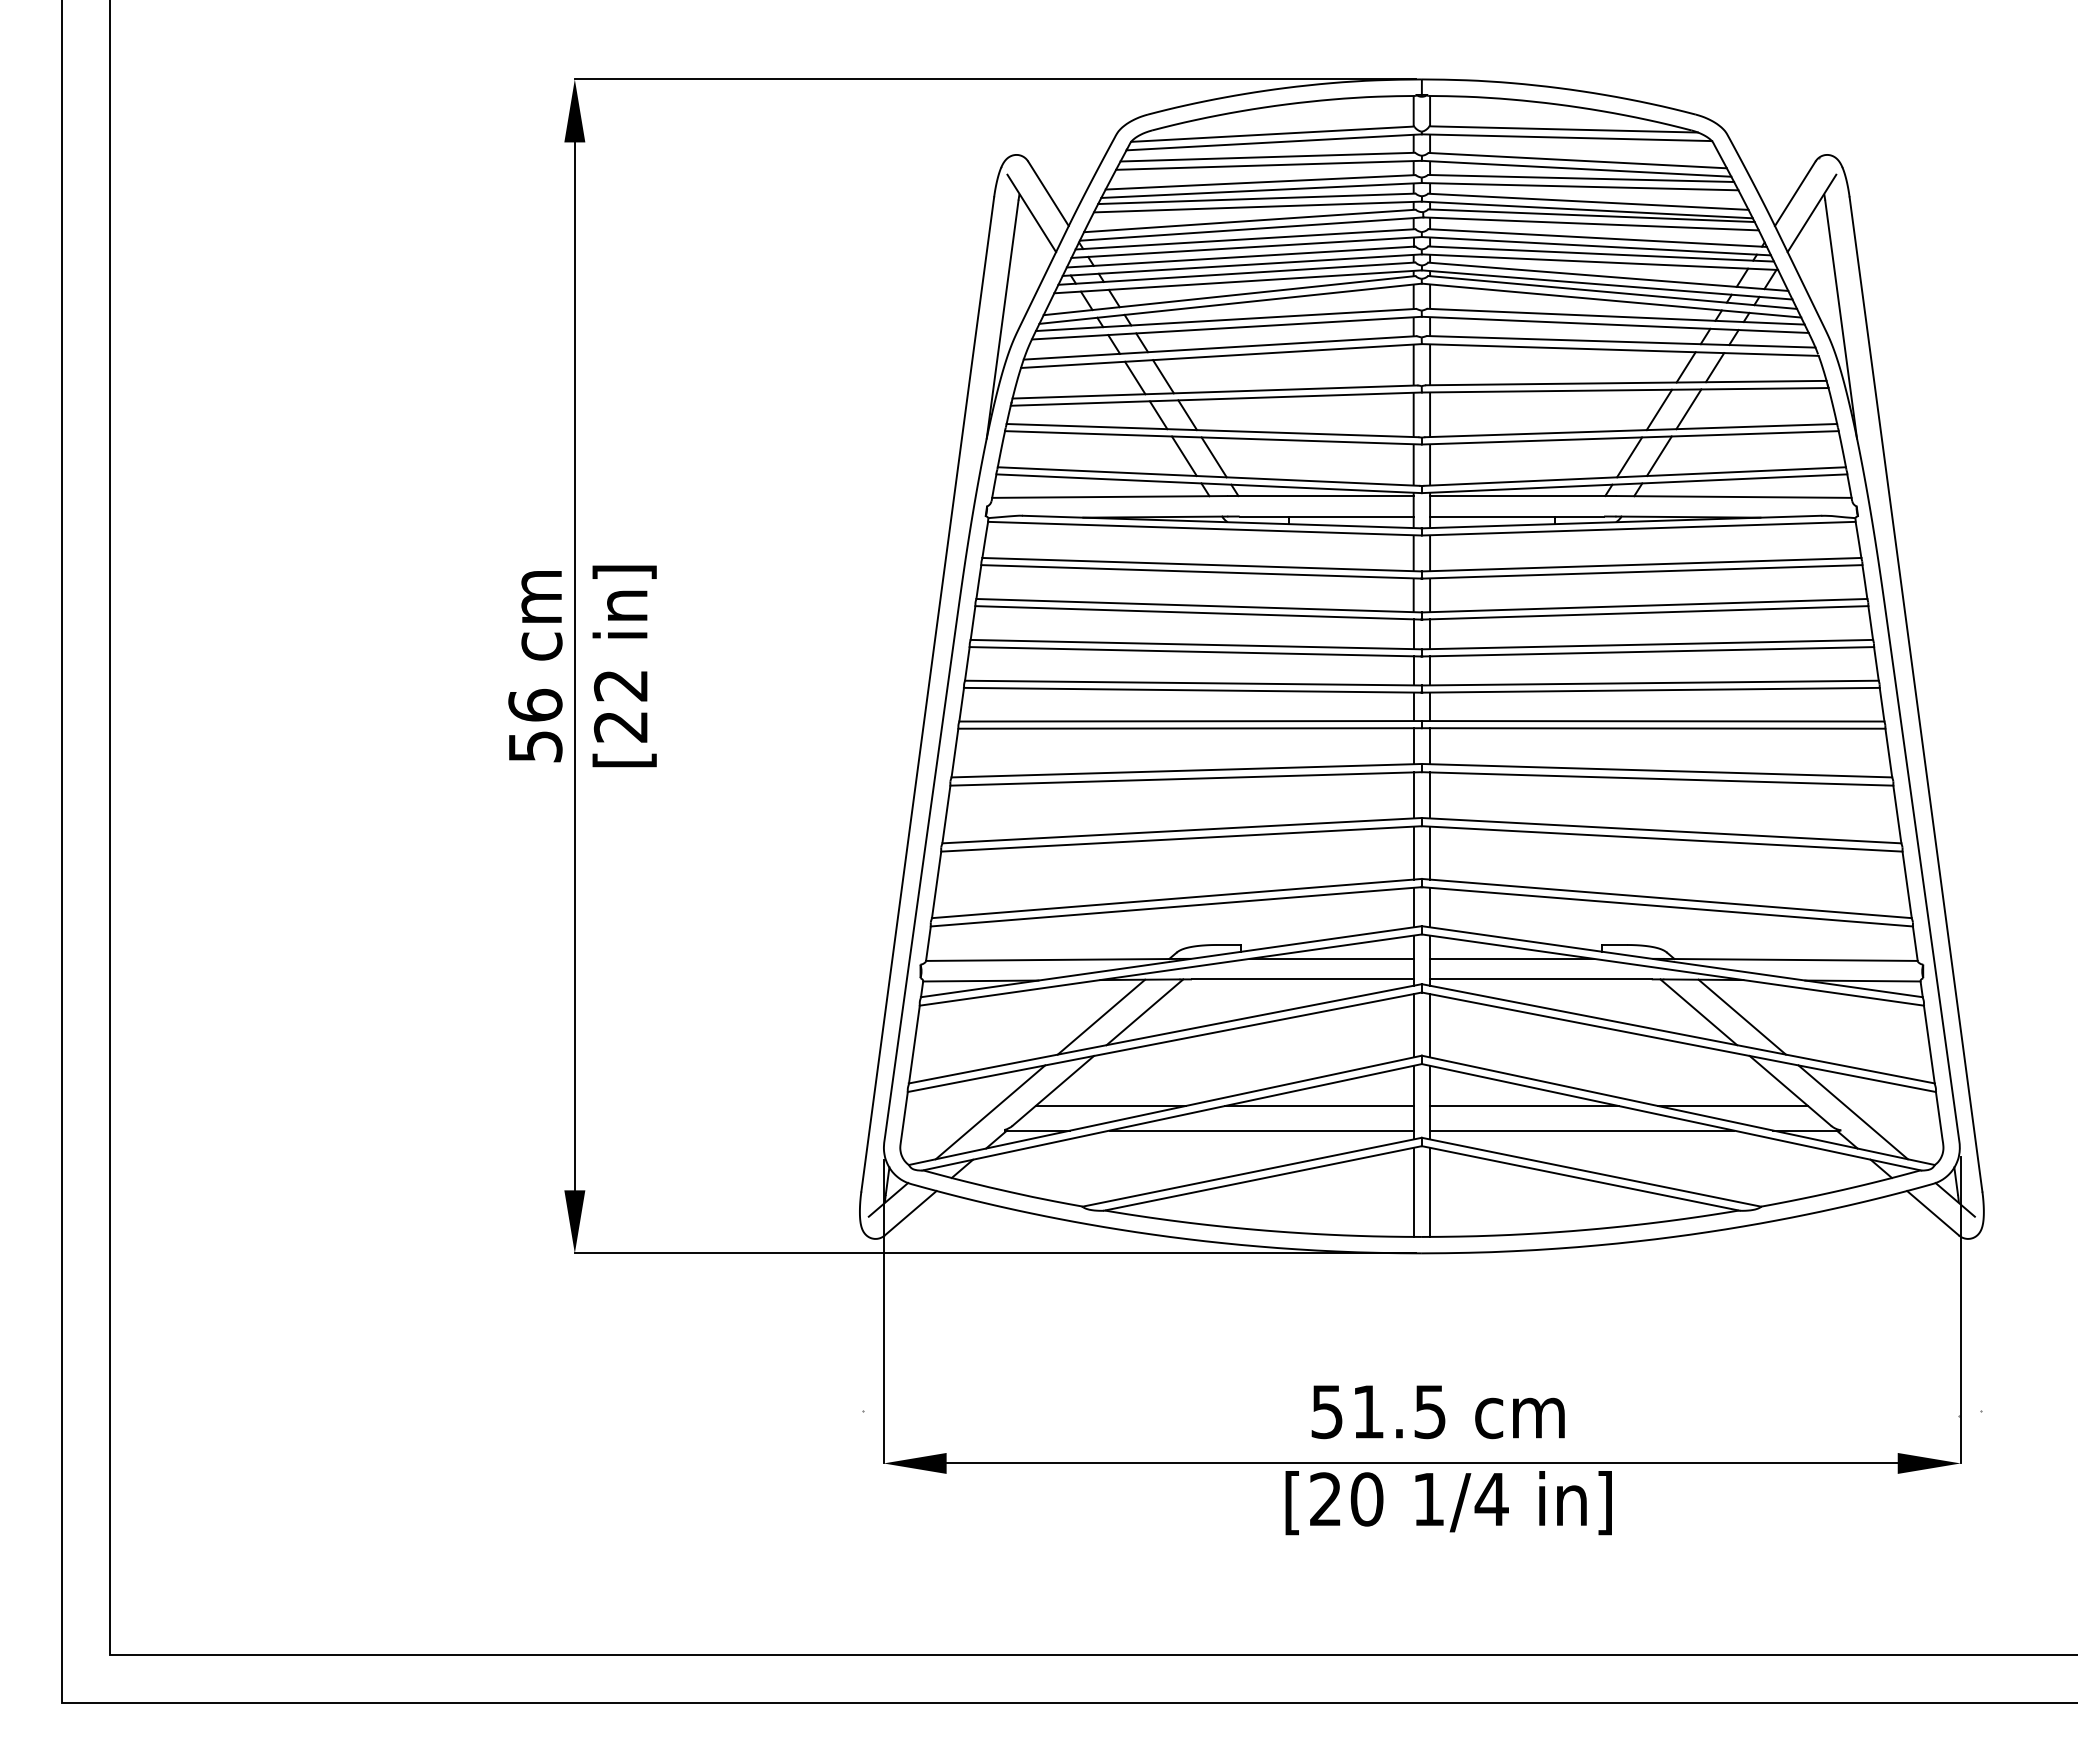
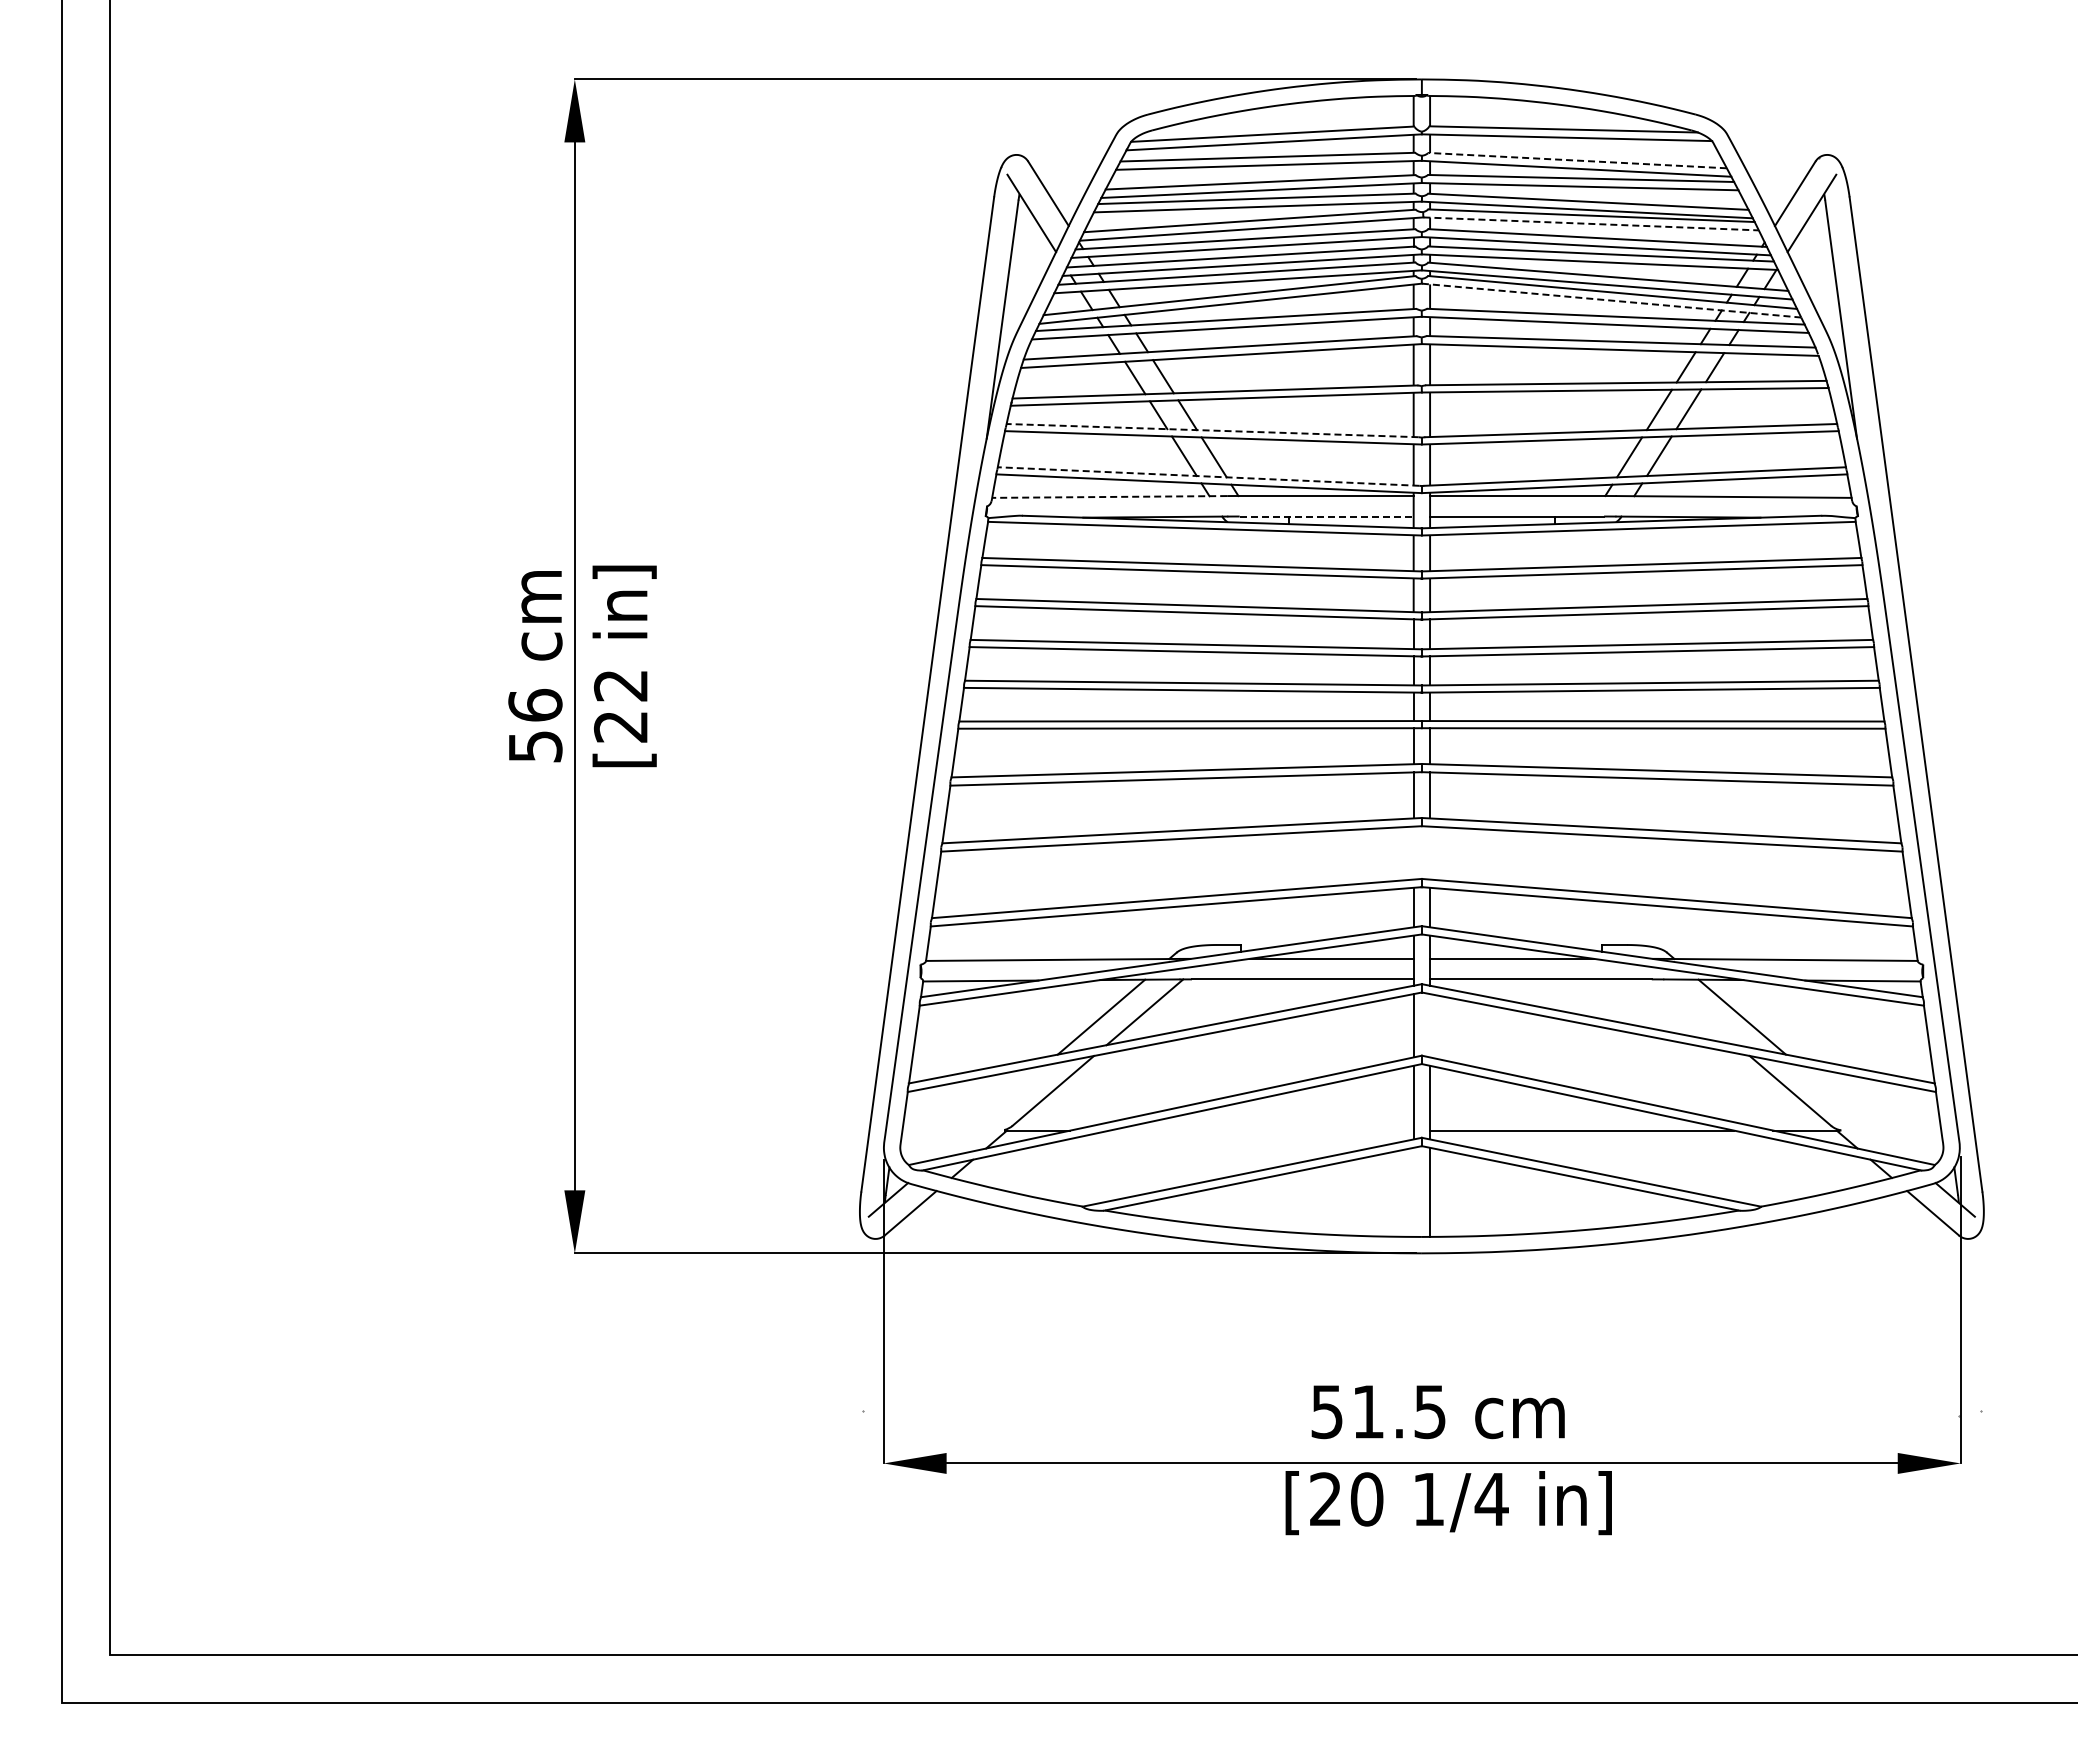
line at (1577, 160): solid -> dashed
line at (1591, 223): solid -> dashed
line at (1612, 300): solid -> dashed
line at (1212, 430): solid -> dashed
line at (1208, 476): solid -> dashed
line at (1109, 496): solid -> dashed
line at (1327, 516): solid -> dashed
line at (1413, 852): present -> none
line at (1430, 852): present -> none
line at (1698, 1012): present -> none
line at (1430, 1025): present -> none
line at (1110, 1105): present -> none
line at (1319, 1105): present -> none
line at (1524, 1105): present -> none
line at (1732, 1105): present -> none
line at (990, 1112): present -> none
line at (1852, 1112): present -> none
line at (1261, 1130): present -> none
line at (1413, 1191): present -> none
